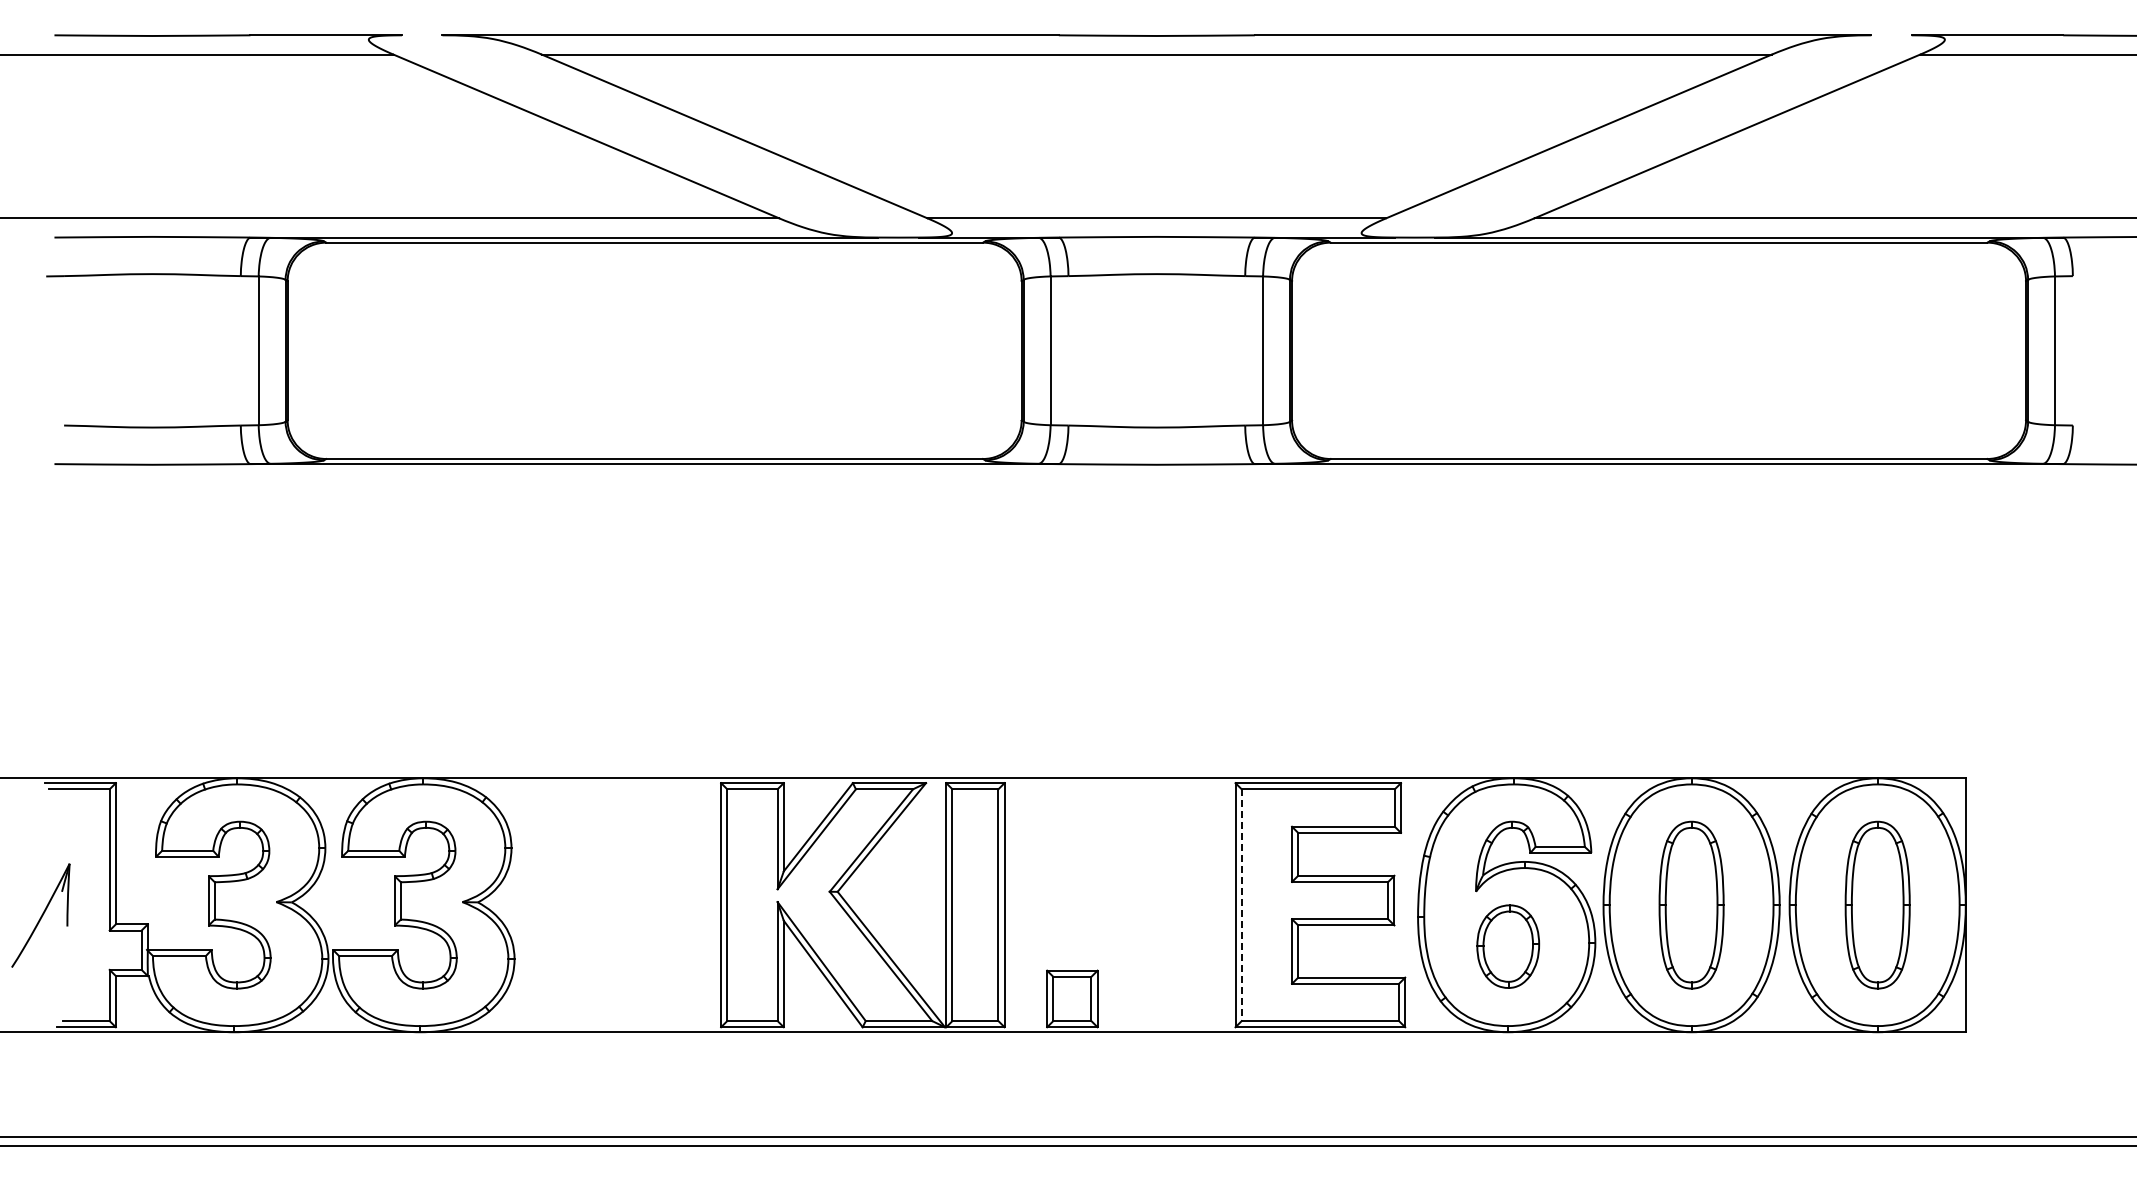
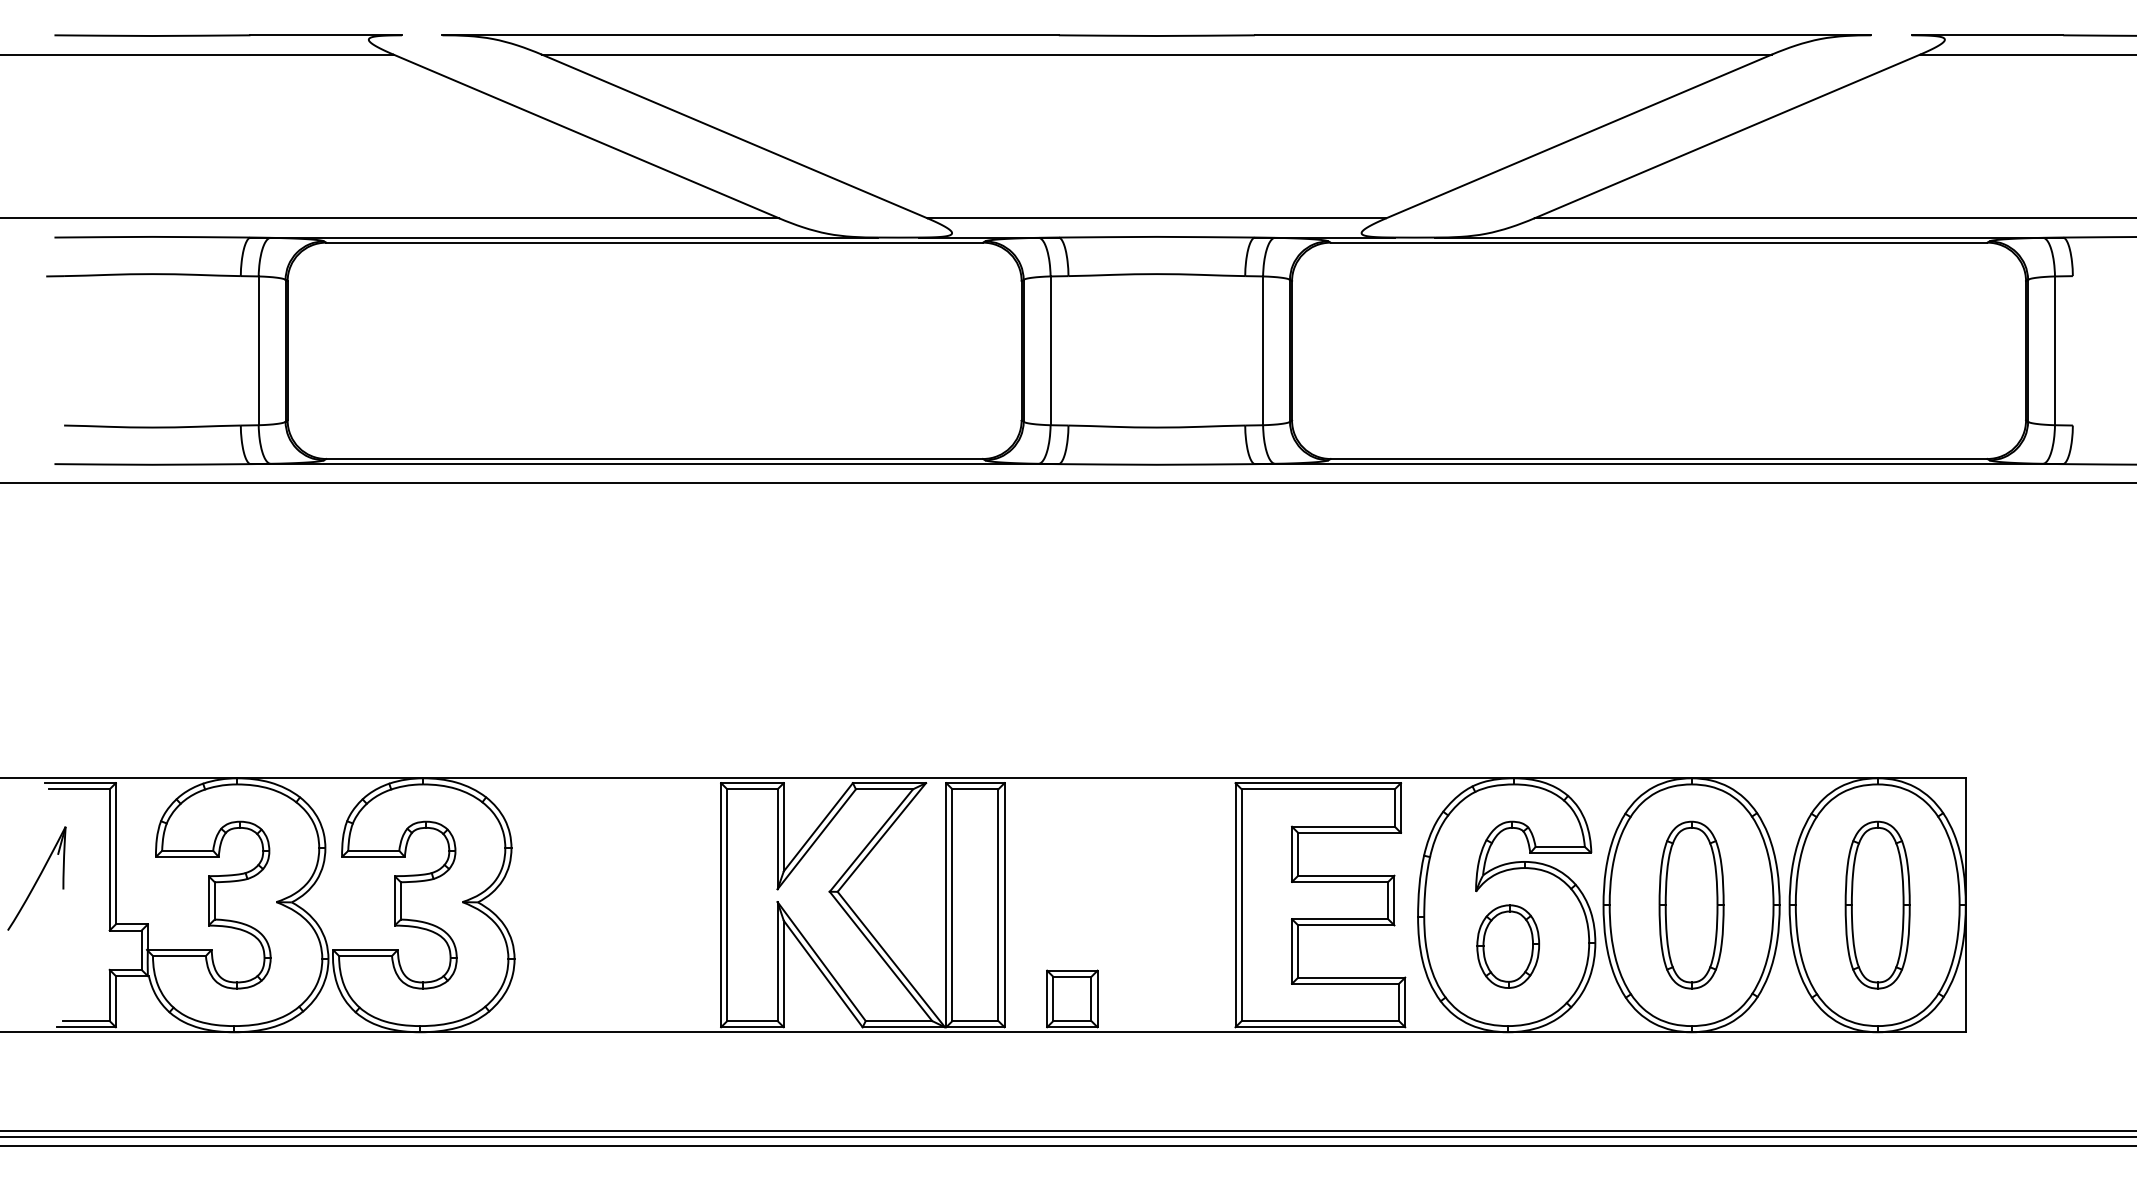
line at (1067, 483): none -> present
line at (1241, 905): dashed -> solid
part at (40, 915) position: (40, 915) -> (36, 878)
line at (1067, 1130): none -> present
